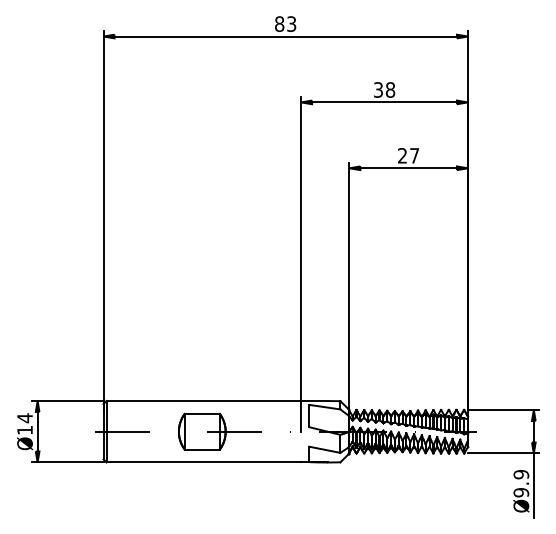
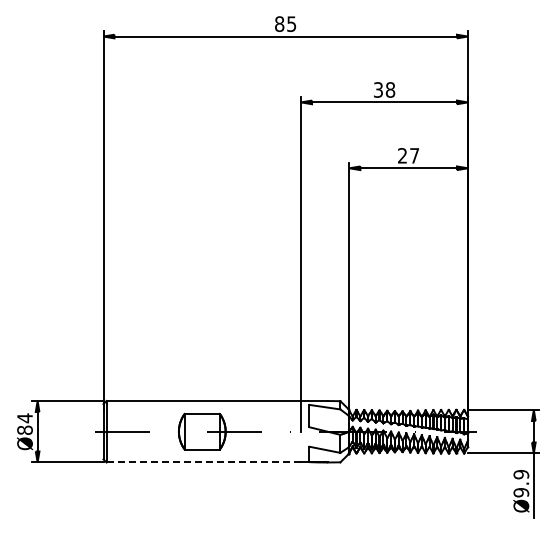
text at (291, 23): 83 -> 85
text at (24, 429): Ø14 -> Ø84
line at (203, 462): solid -> dashed
